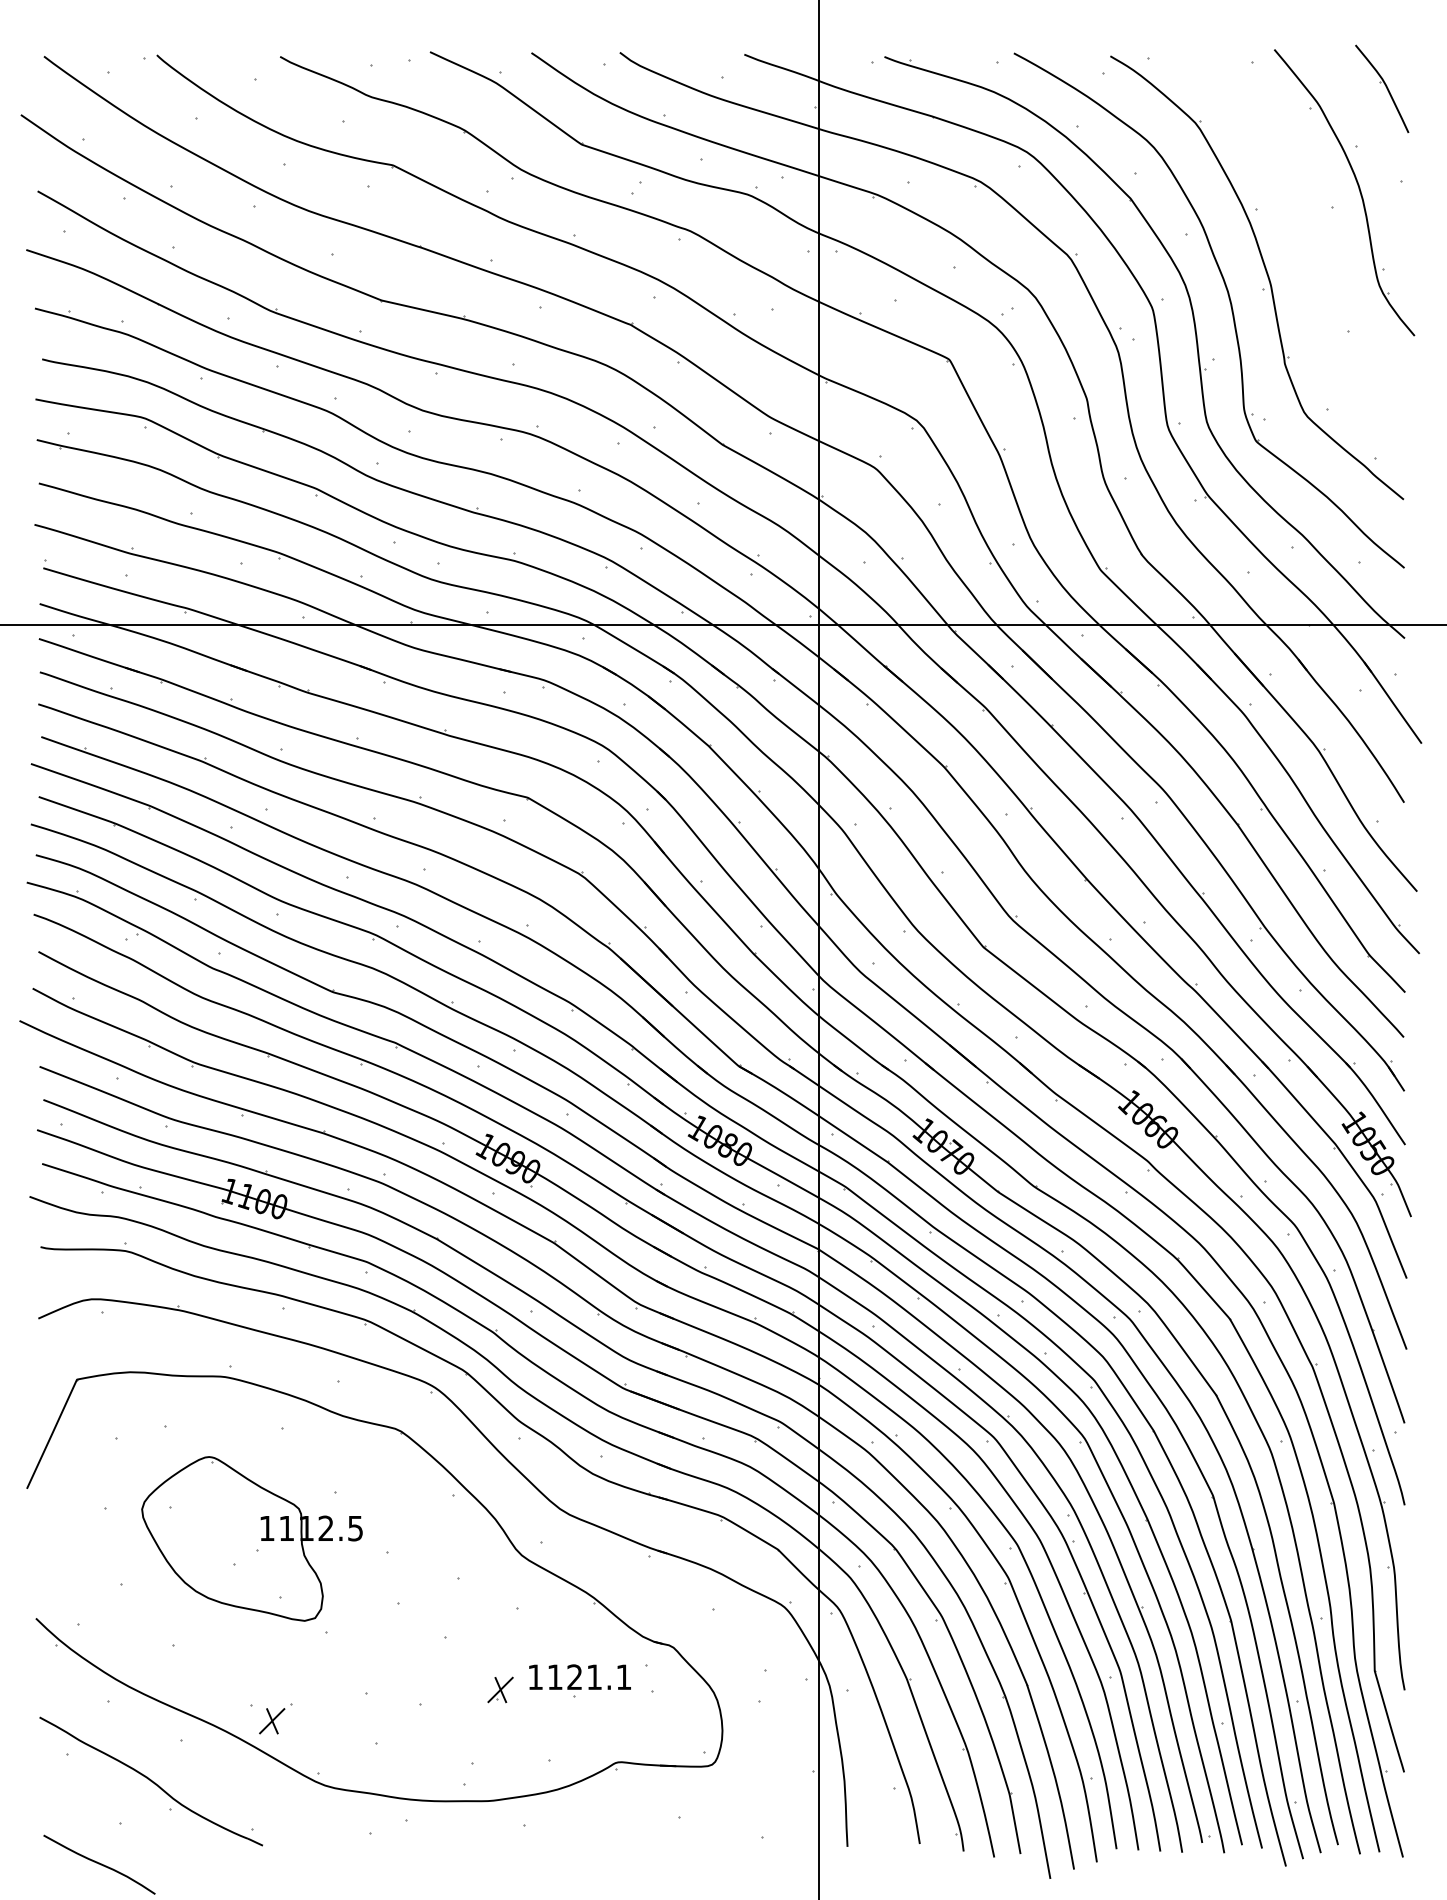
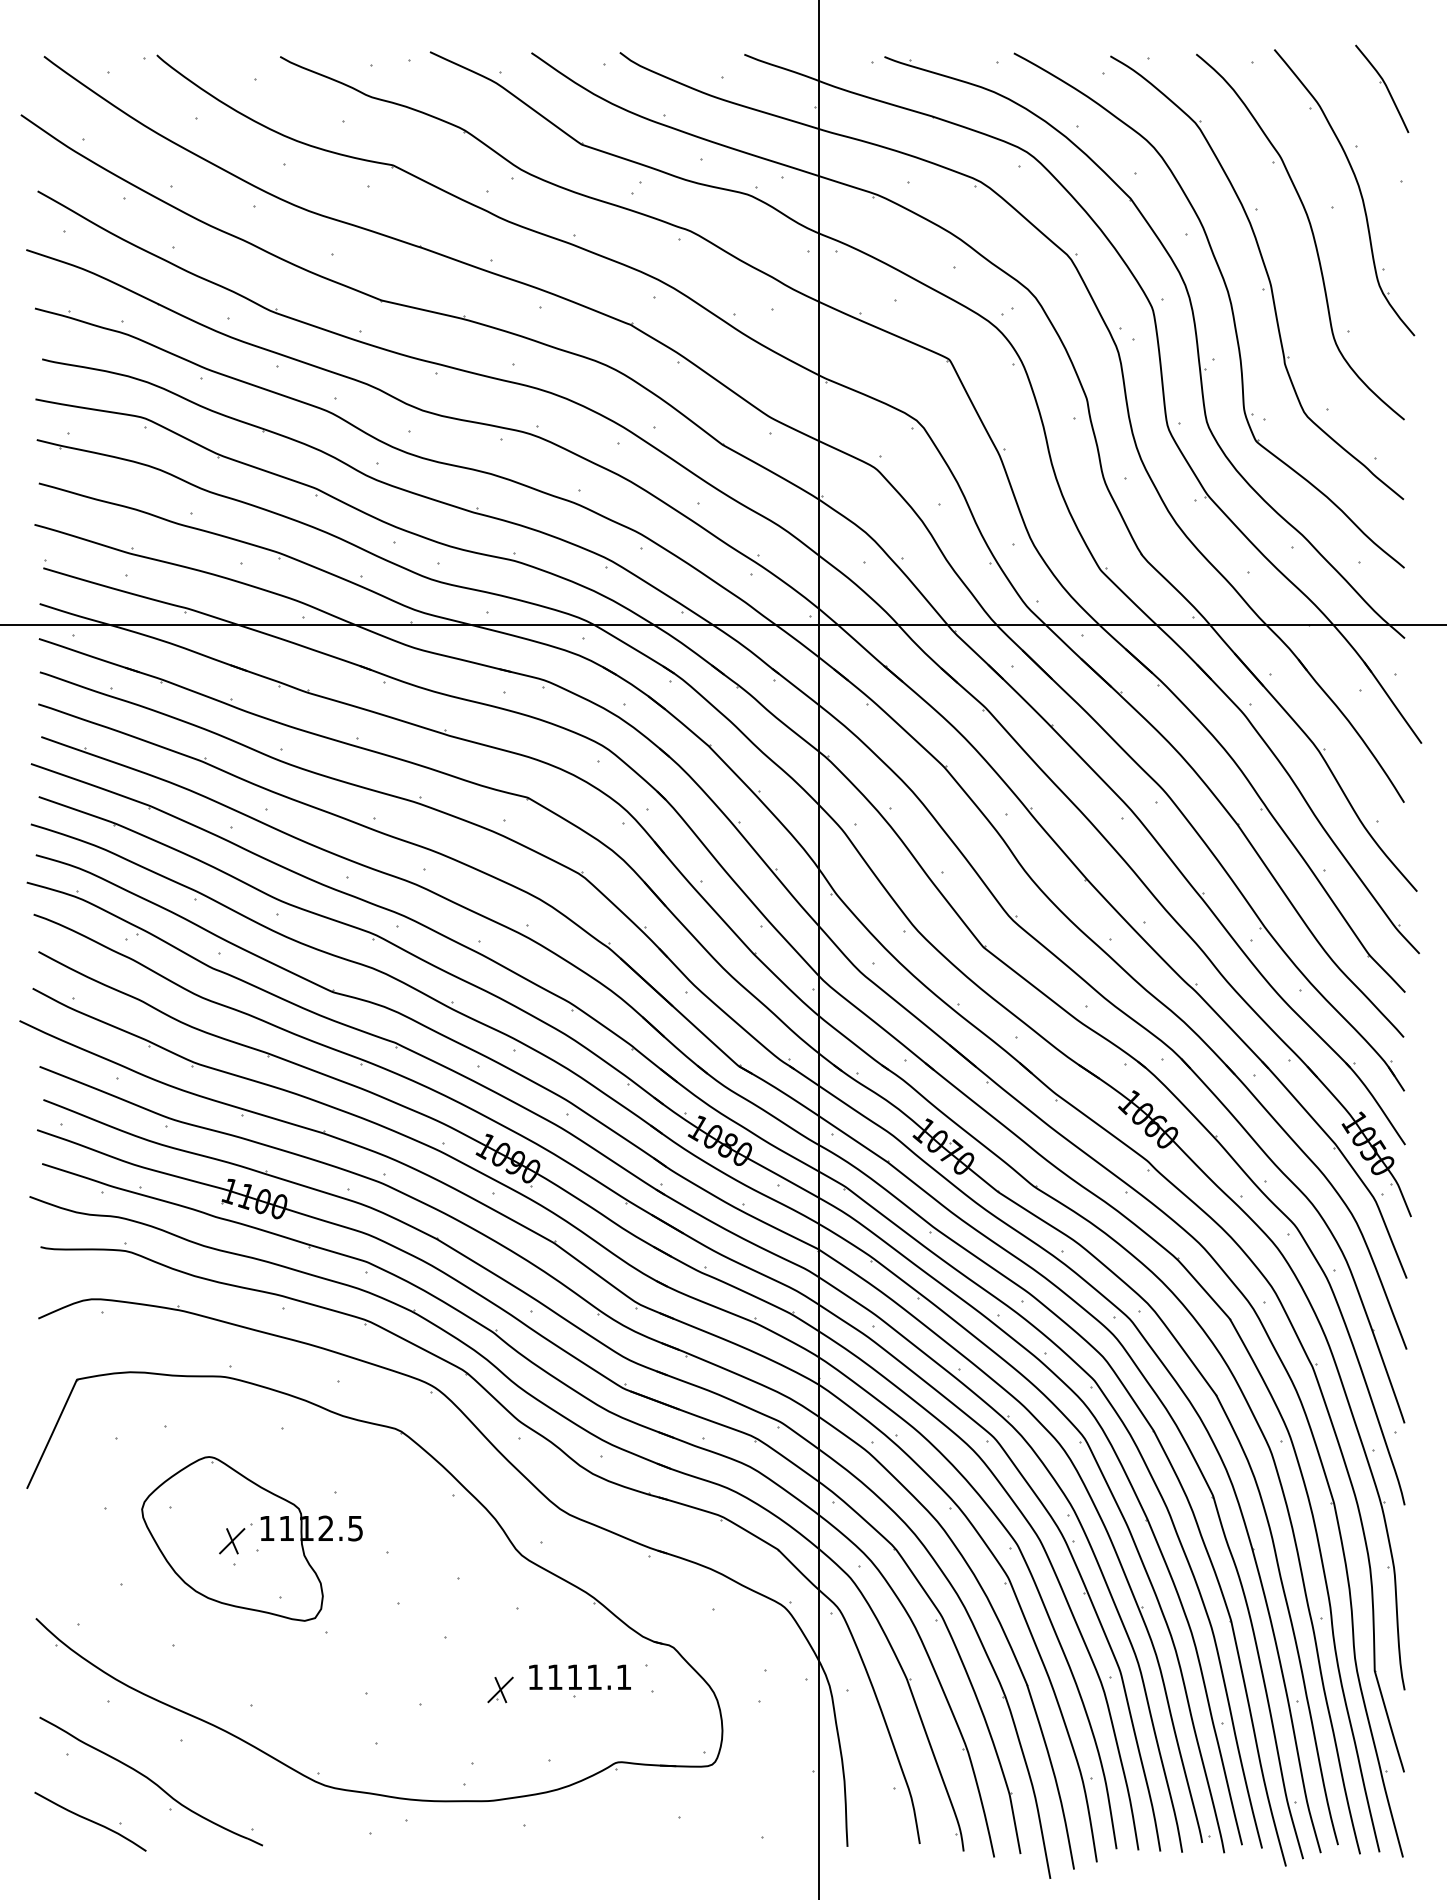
part at (1311, 232): none -> present
text at (574, 1676): 1121.1 -> 1111.1
part at (275, 1718) position: (275, 1718) -> (235, 1538)
curve at (99, 1864) position: (99, 1864) -> (90, 1821)
